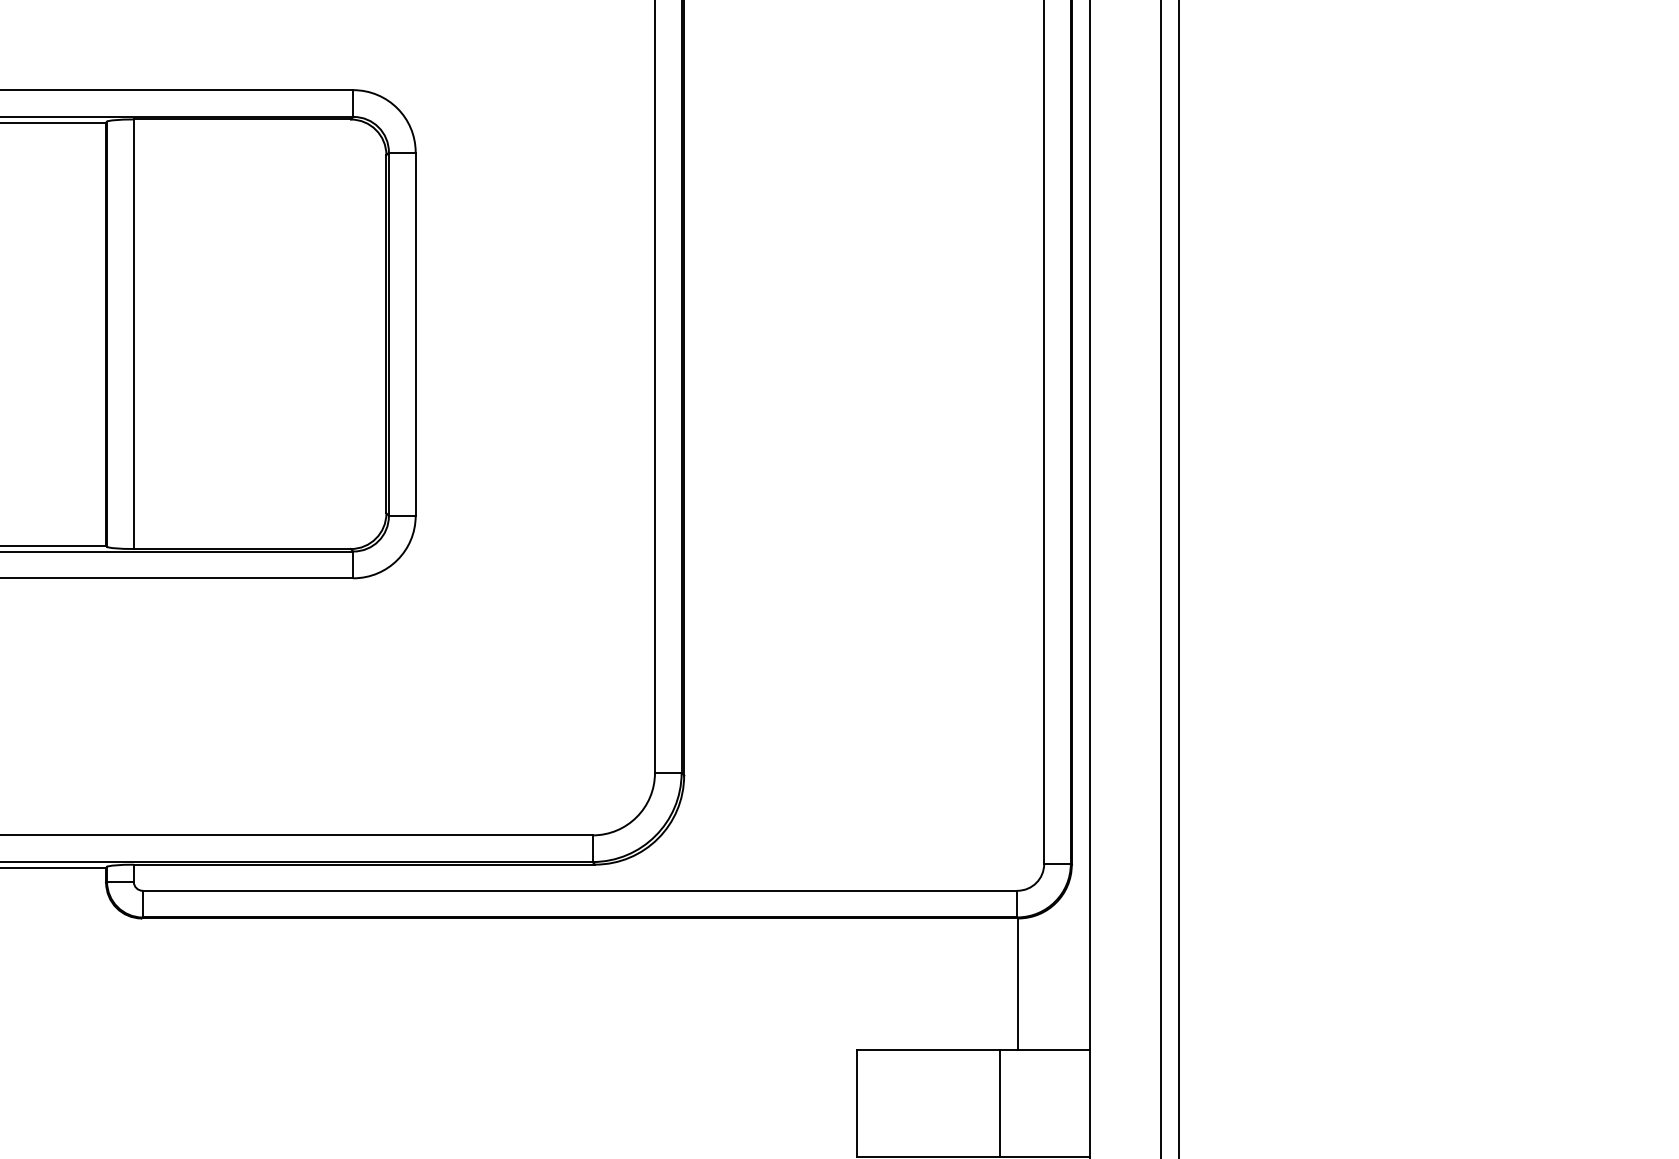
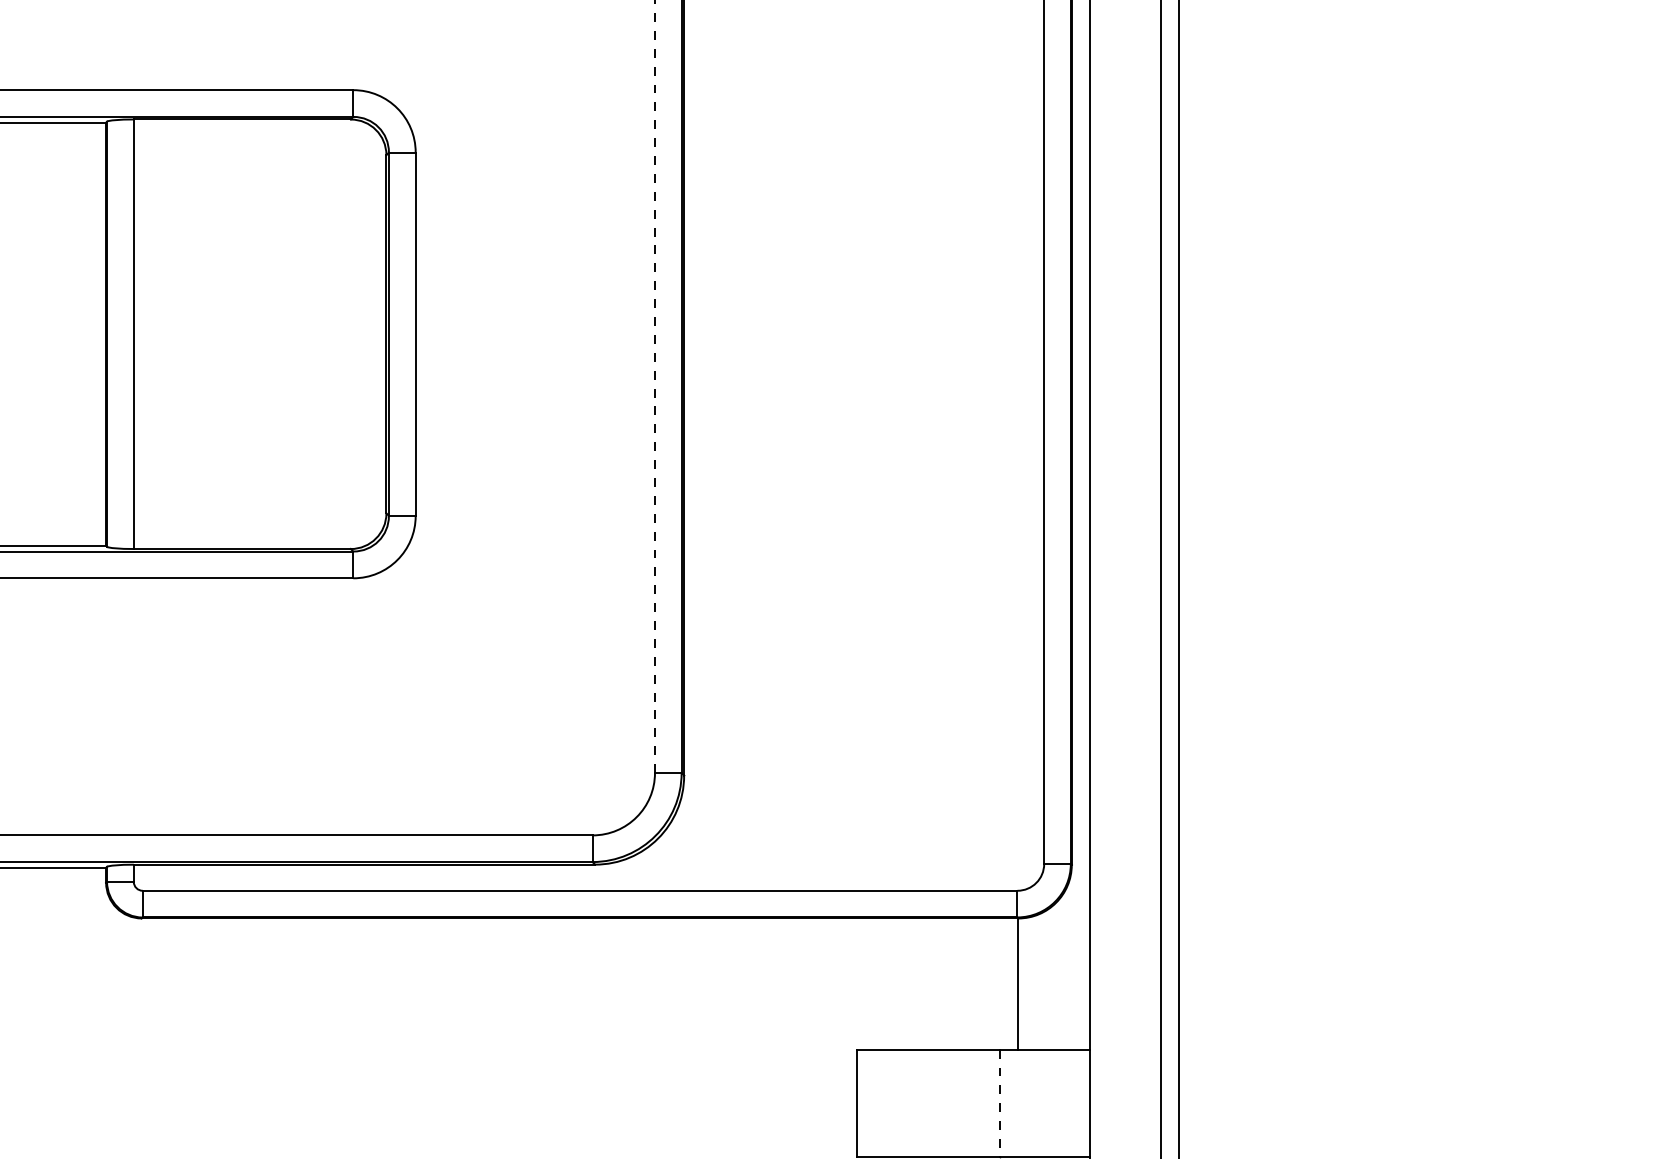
line at (654, 386): solid -> dashed
line at (1000, 1103): solid -> dashed
